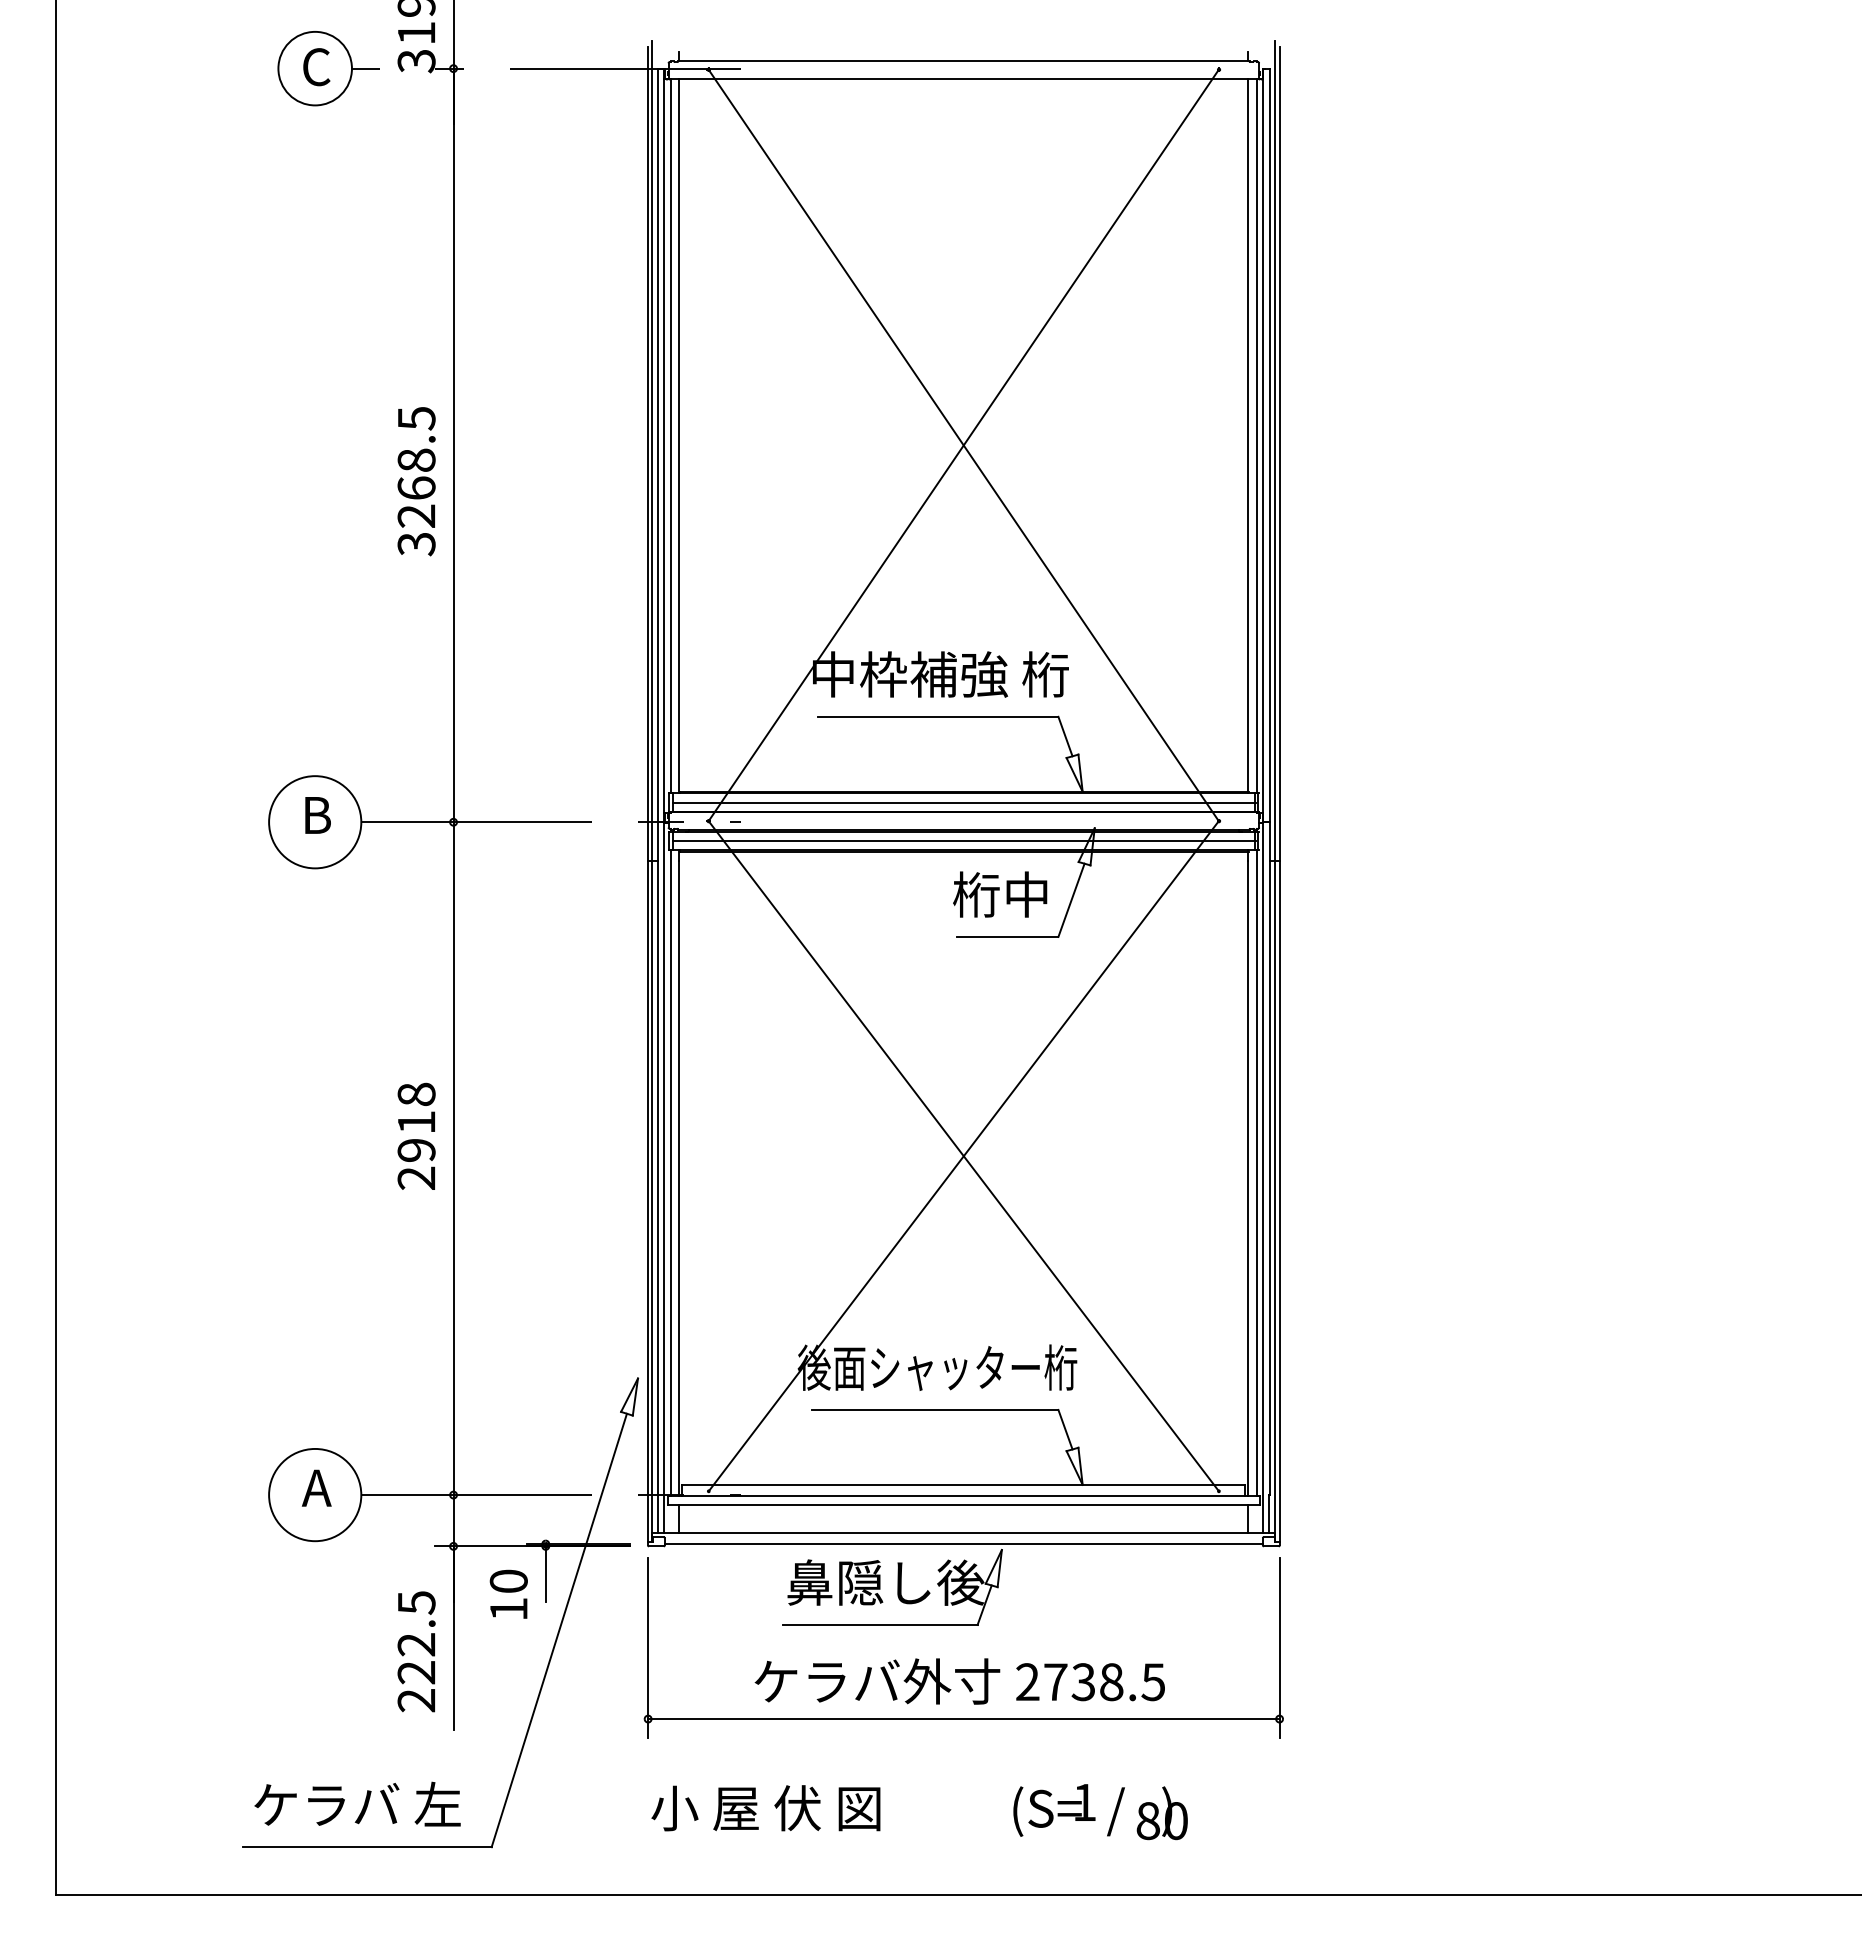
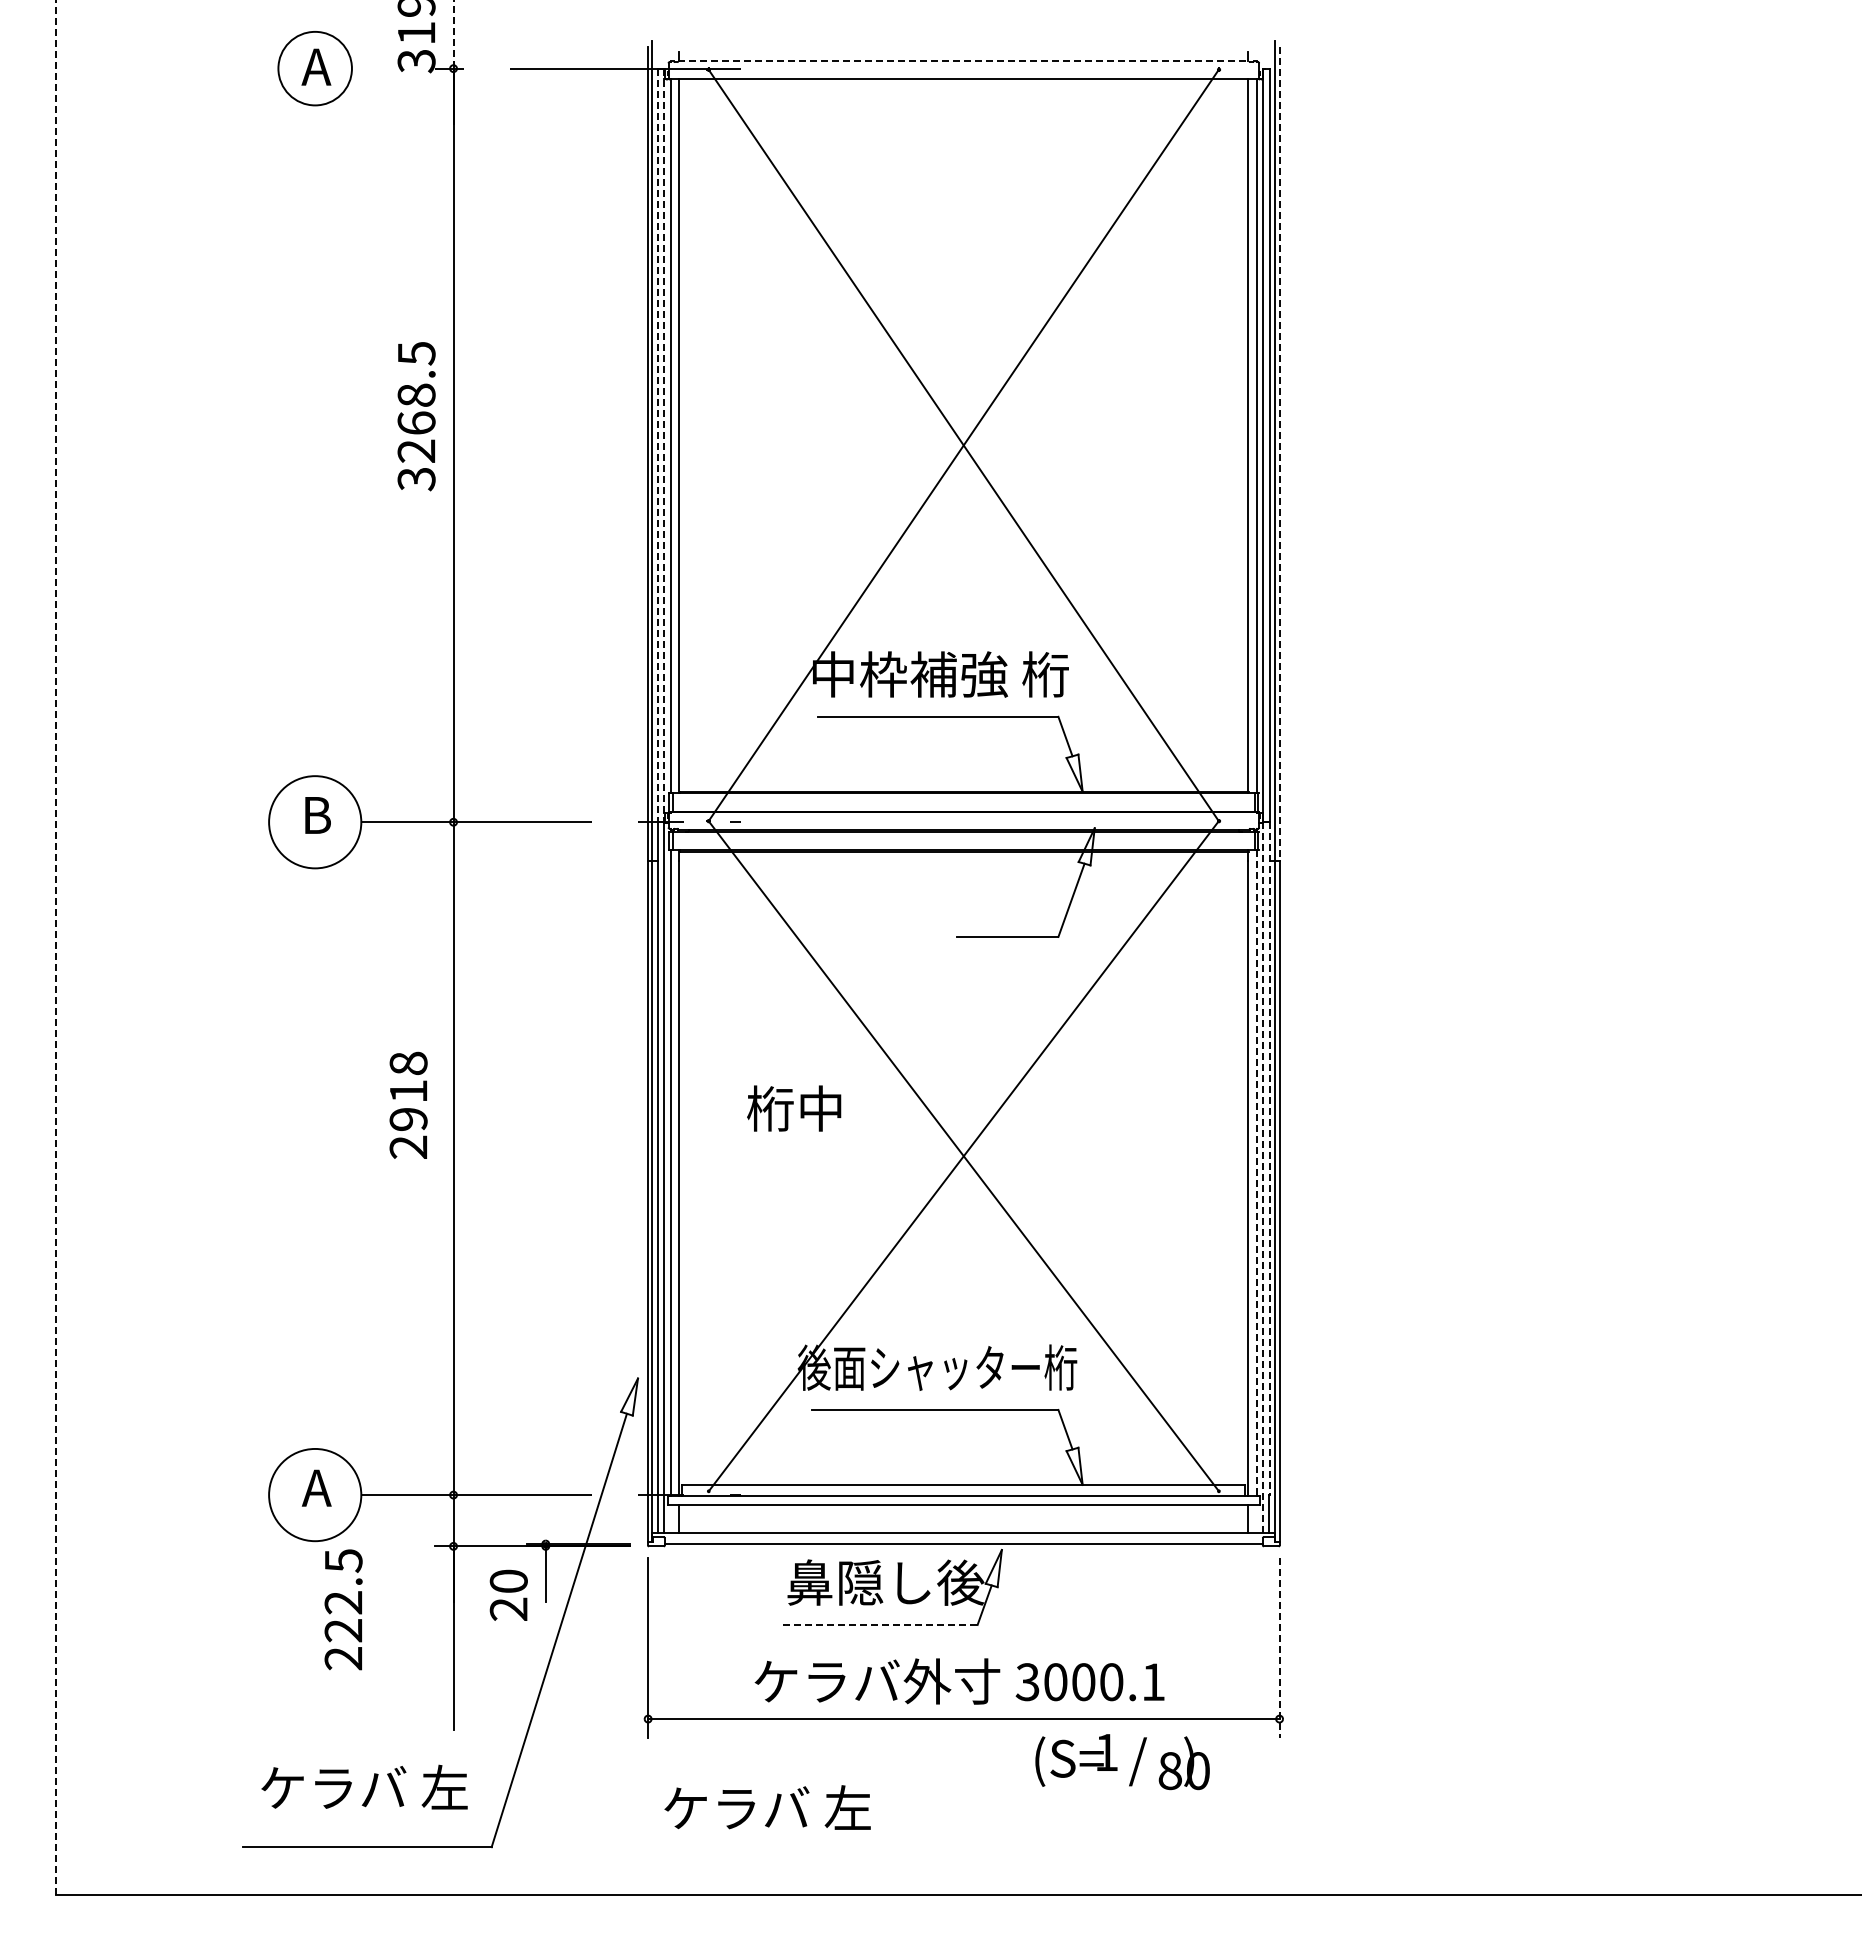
line at (453, 34): solid -> dashed
line at (963, 60): solid -> dashed
text at (316, 67): C -> A
line at (365, 68): present -> none
line at (657, 445): solid -> dashed
line at (664, 446): solid -> dashed
line at (1279, 454): solid -> dashed
text at (416, 481) position: (416, 481) -> (416, 416)
line at (963, 802): present -> none
line at (963, 840): present -> none
text at (1000, 894) position: (1000, 894) -> (794, 1108)
line at (55, 947): solid -> dashed
text at (416, 1135) position: (416, 1135) -> (408, 1104)
line at (1269, 1159): solid -> dashed
line at (1257, 1173): solid -> dashed
line at (1263, 1178): solid -> dashed
text at (508, 1608): 10 -> 20
line at (880, 1624): solid -> dashed
line at (1279, 1647): solid -> dashed
text at (416, 1651) position: (416, 1651) -> (343, 1609)
text at (1089, 1682): 2738.5 -> 3000.1
text at (357, 1803) position: (357, 1803) -> (364, 1786)
text at (765, 1808): 小 屋 伏 図 -> ケラバ 左
text at (1100, 1812) position: (1100, 1812) -> (1122, 1762)
